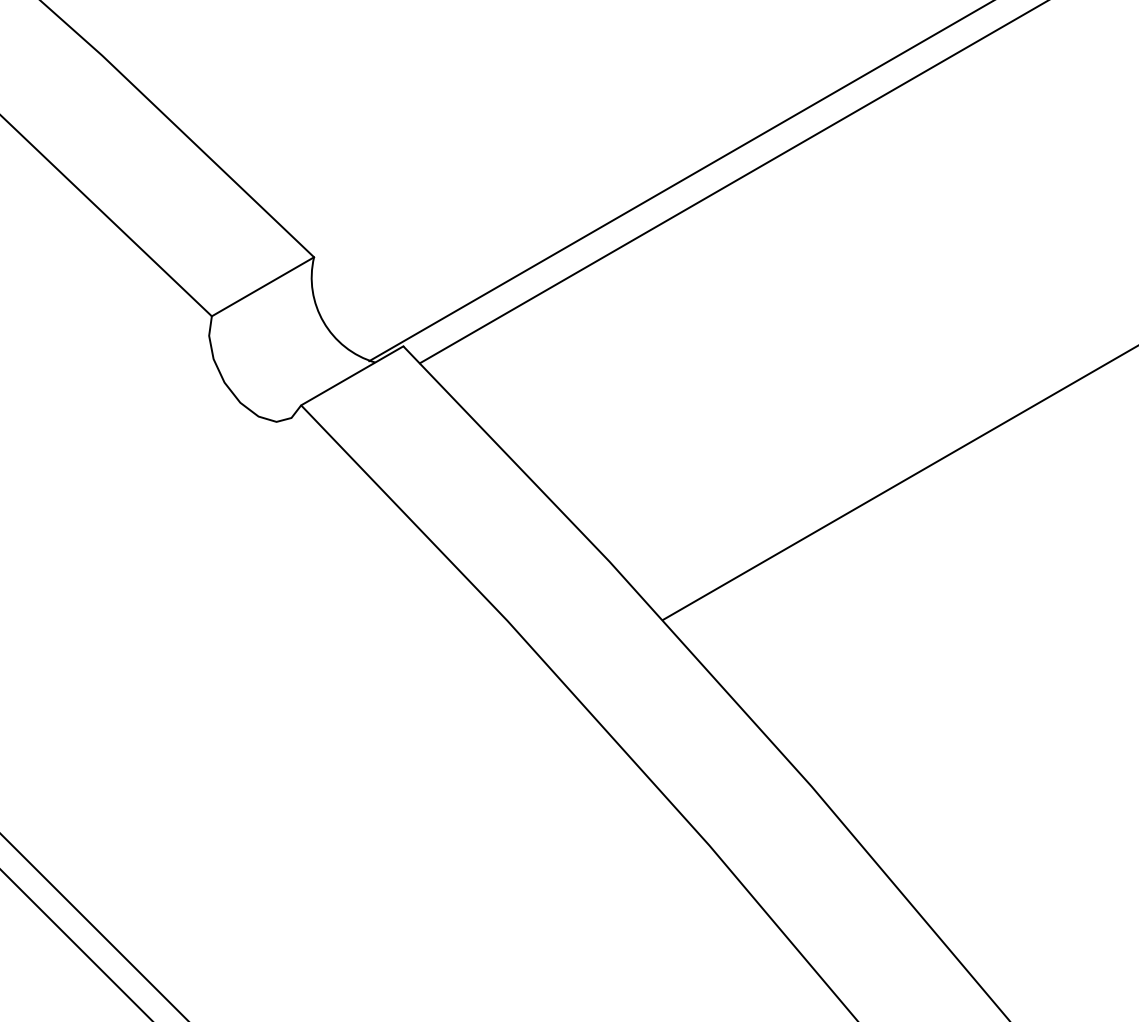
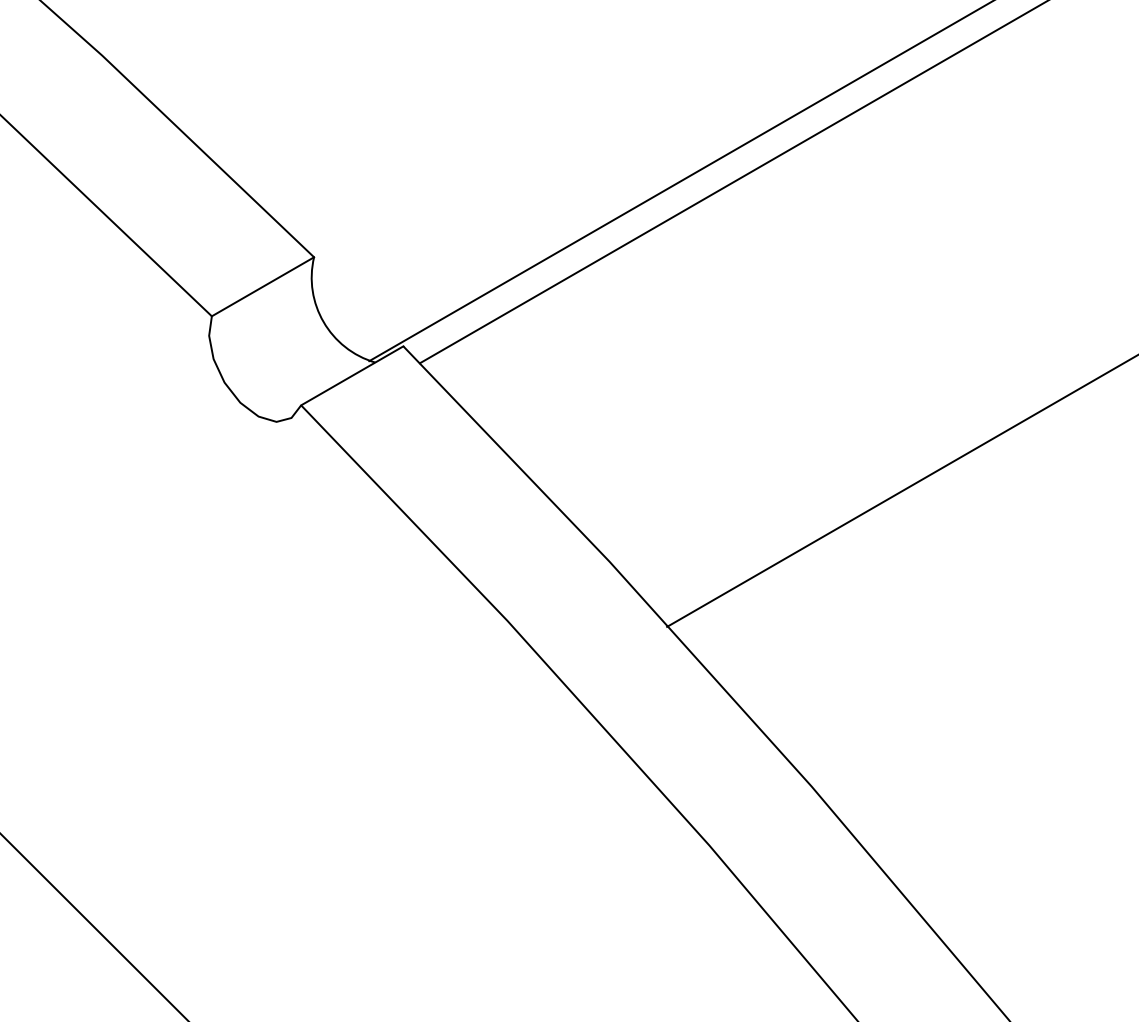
line at (899, 483) position: (899, 483) -> (901, 491)
line at (76, 944): present -> none
